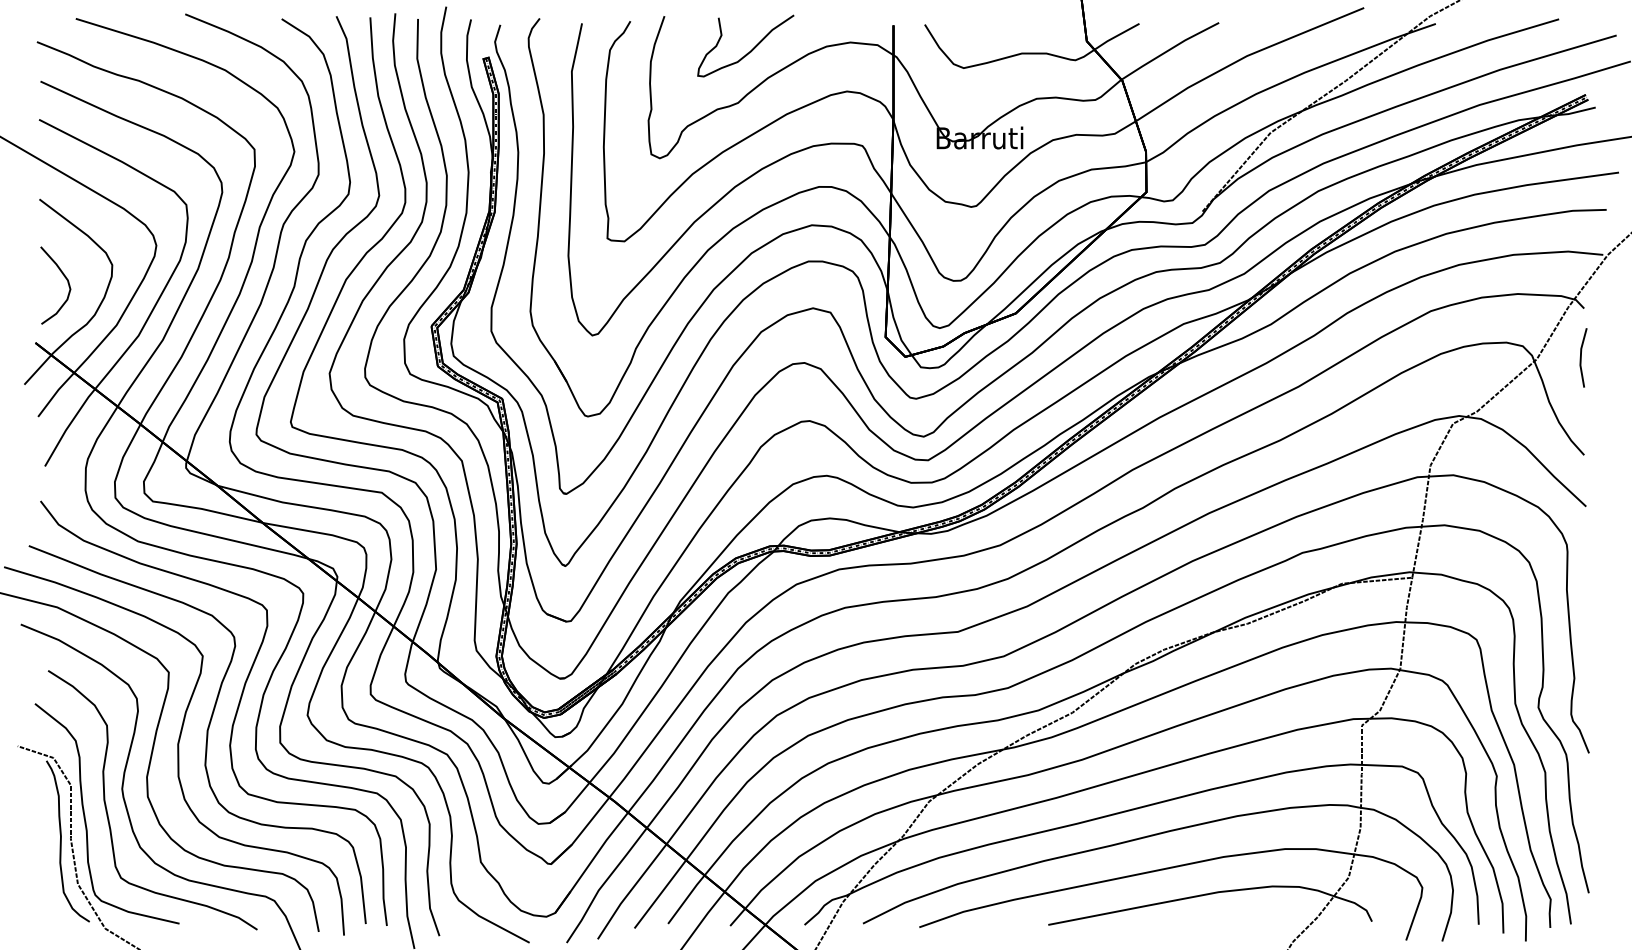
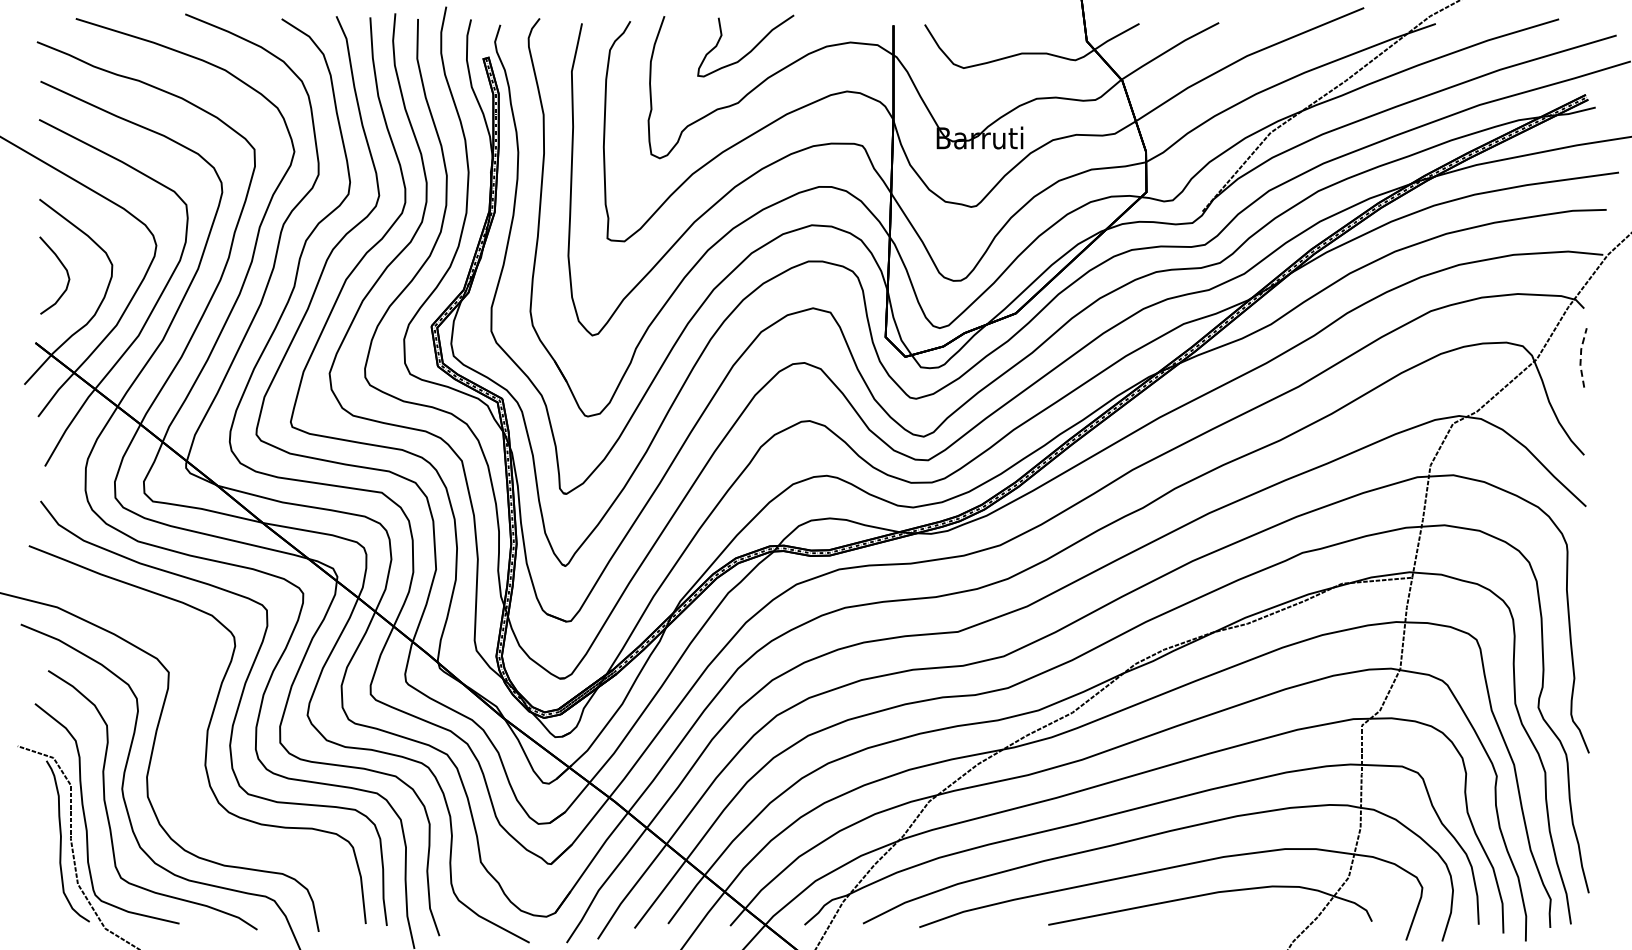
curve at (64, 277) position: (64, 277) -> (63, 267)
line at (1580, 357): solid -> dashed
curve at (177, 750): present -> none
